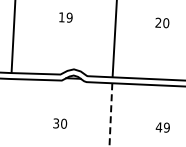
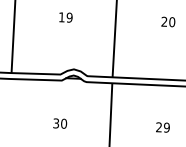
text at (162, 22) position: (162, 22) -> (168, 21)
line at (110, 114): dashed -> solid
text at (158, 127): 49 -> 29
